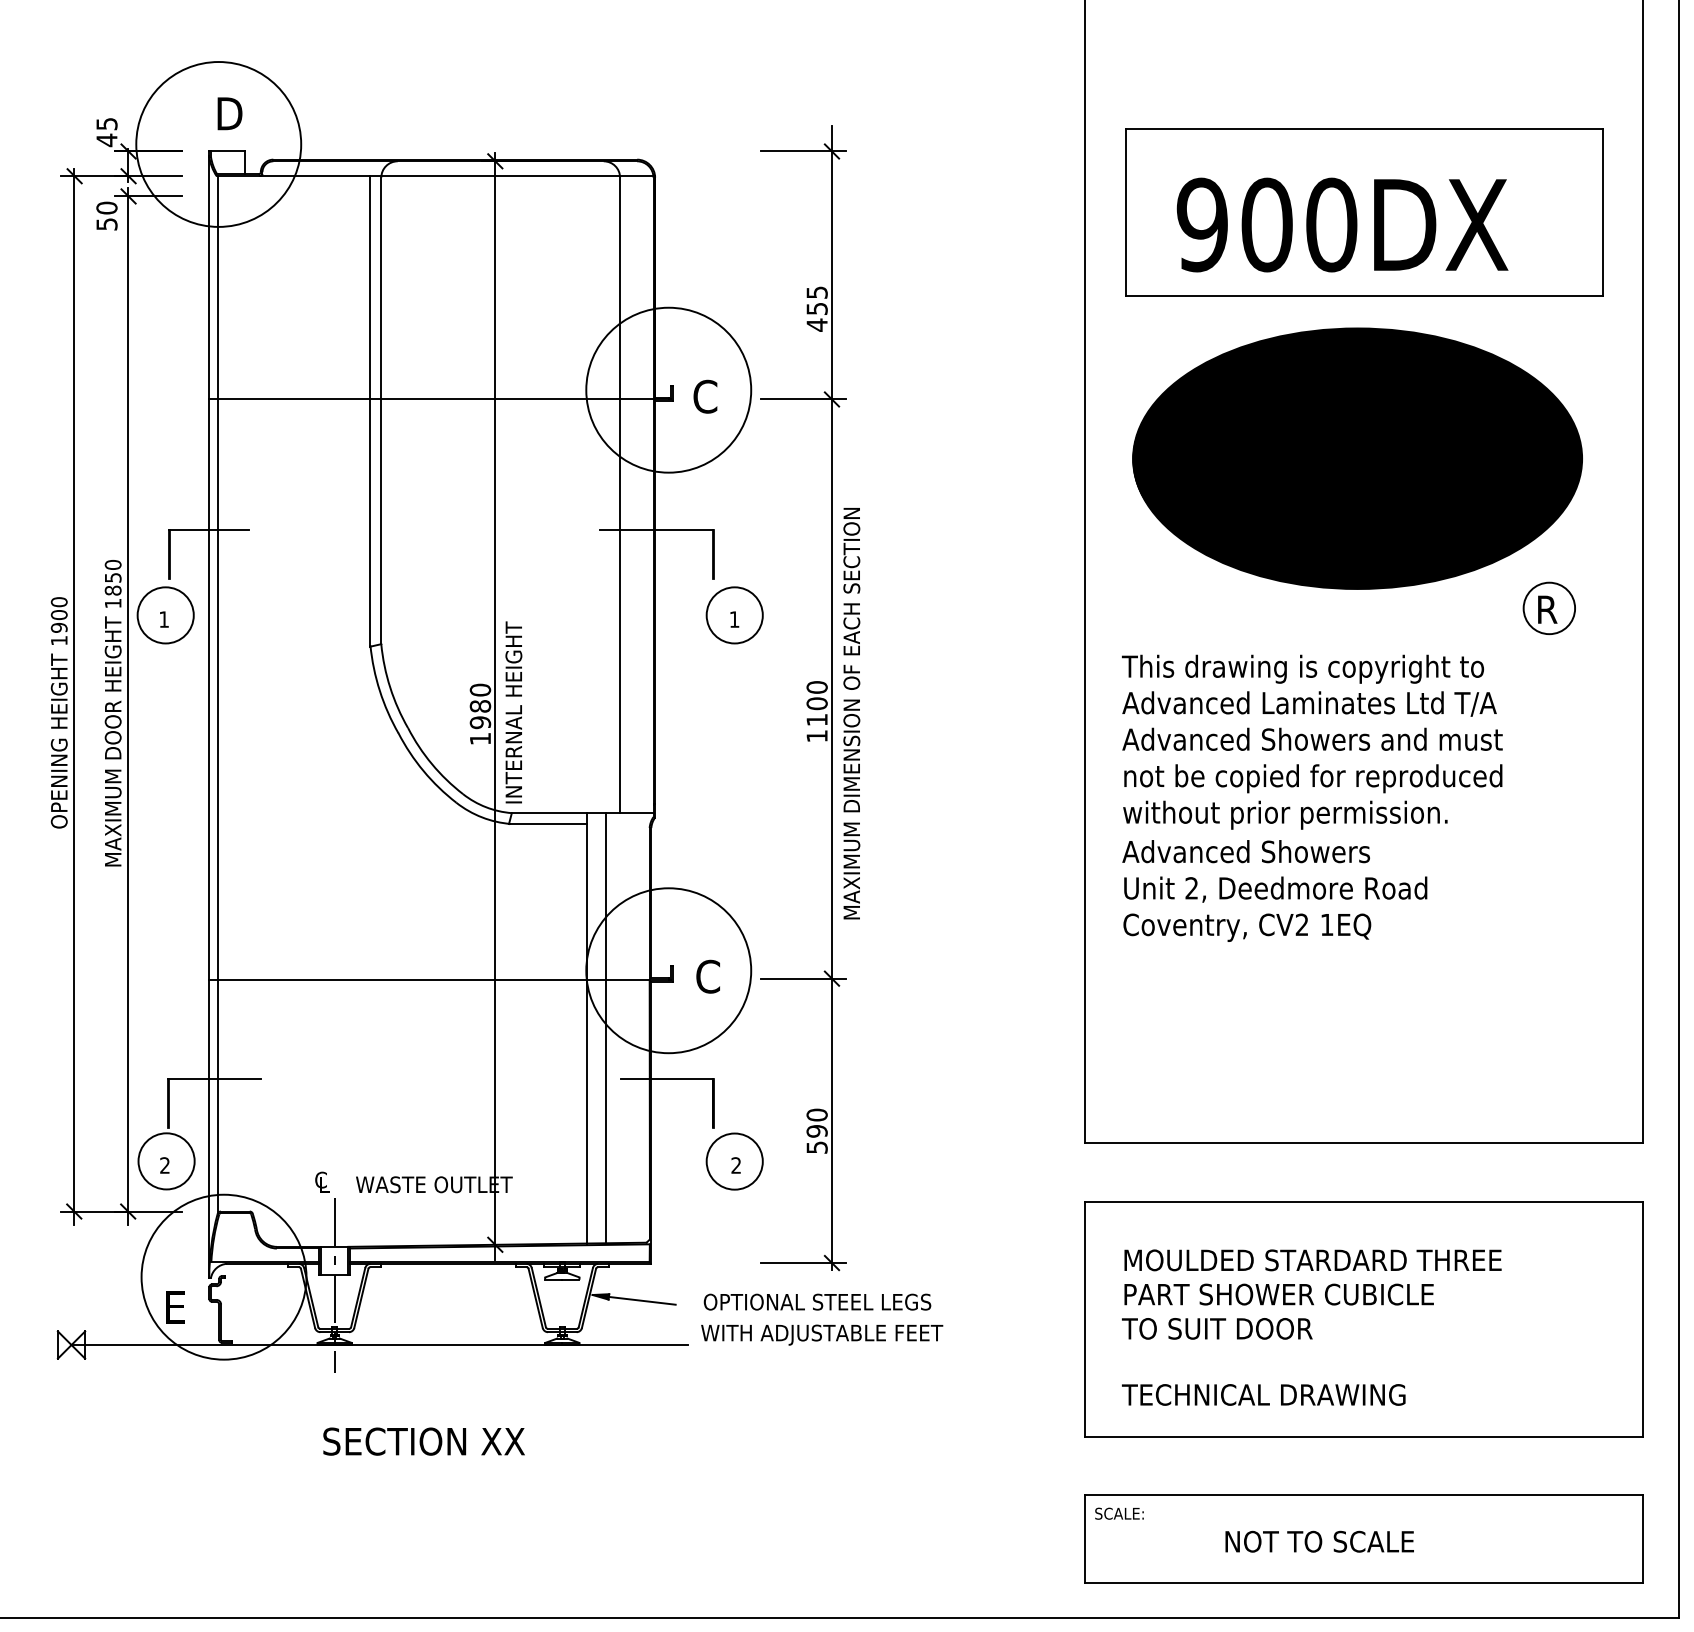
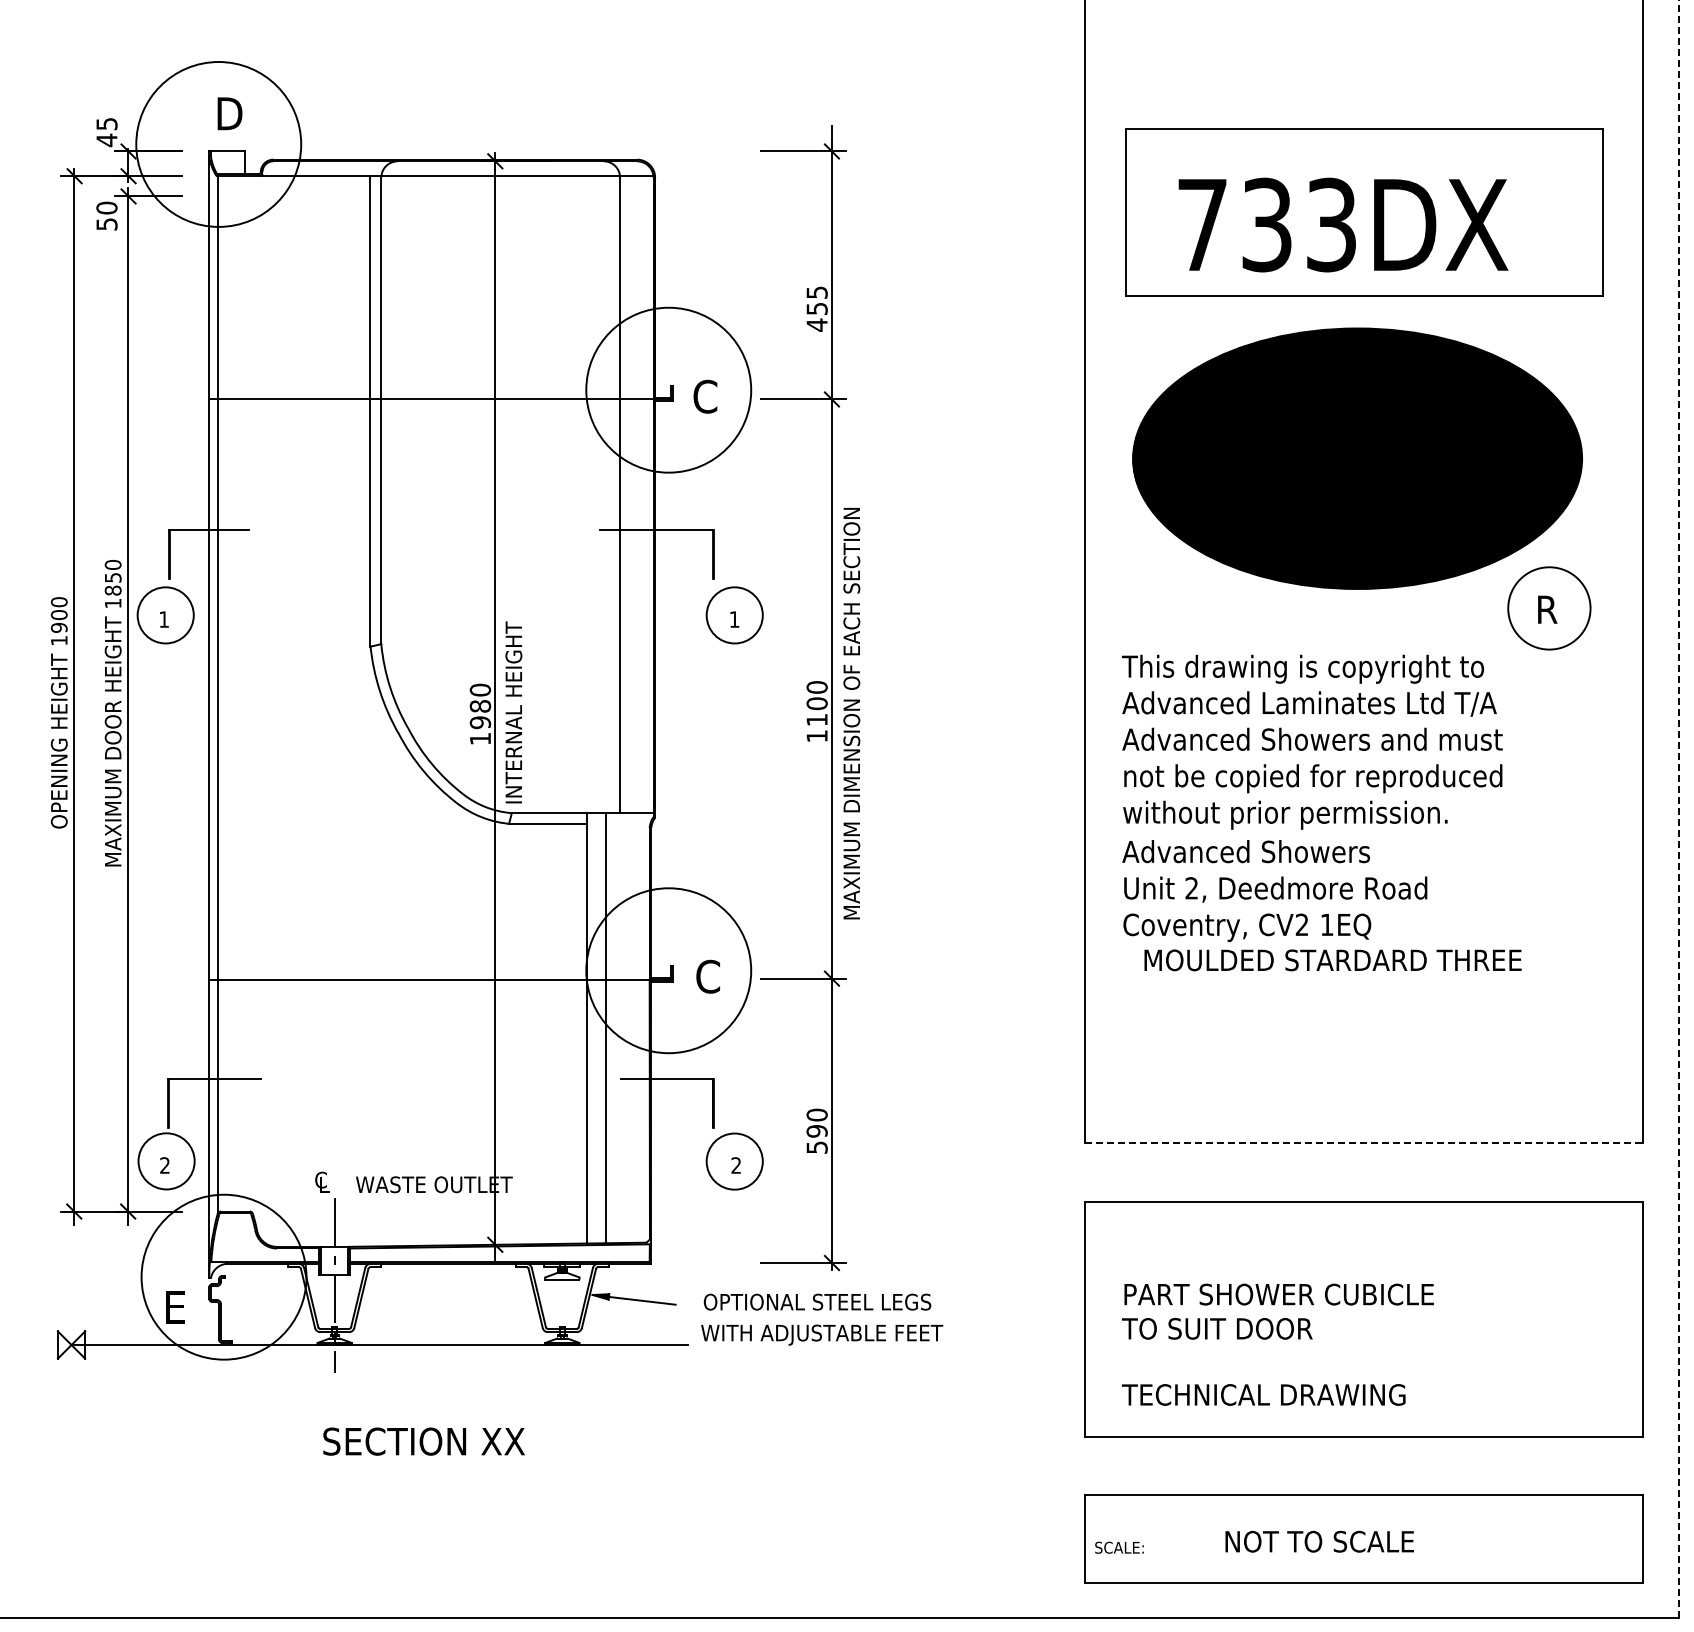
text at (1266, 224): 900DX -> 733DX
circle at (1549, 608) diameter: 51 px -> 82 px
line at (1678, 809): solid -> dashed
line at (1364, 1143): solid -> dashed
text at (1312, 1260) position: (1312, 1260) -> (1332, 960)
text at (1119, 1513) position: (1119, 1513) -> (1119, 1547)
